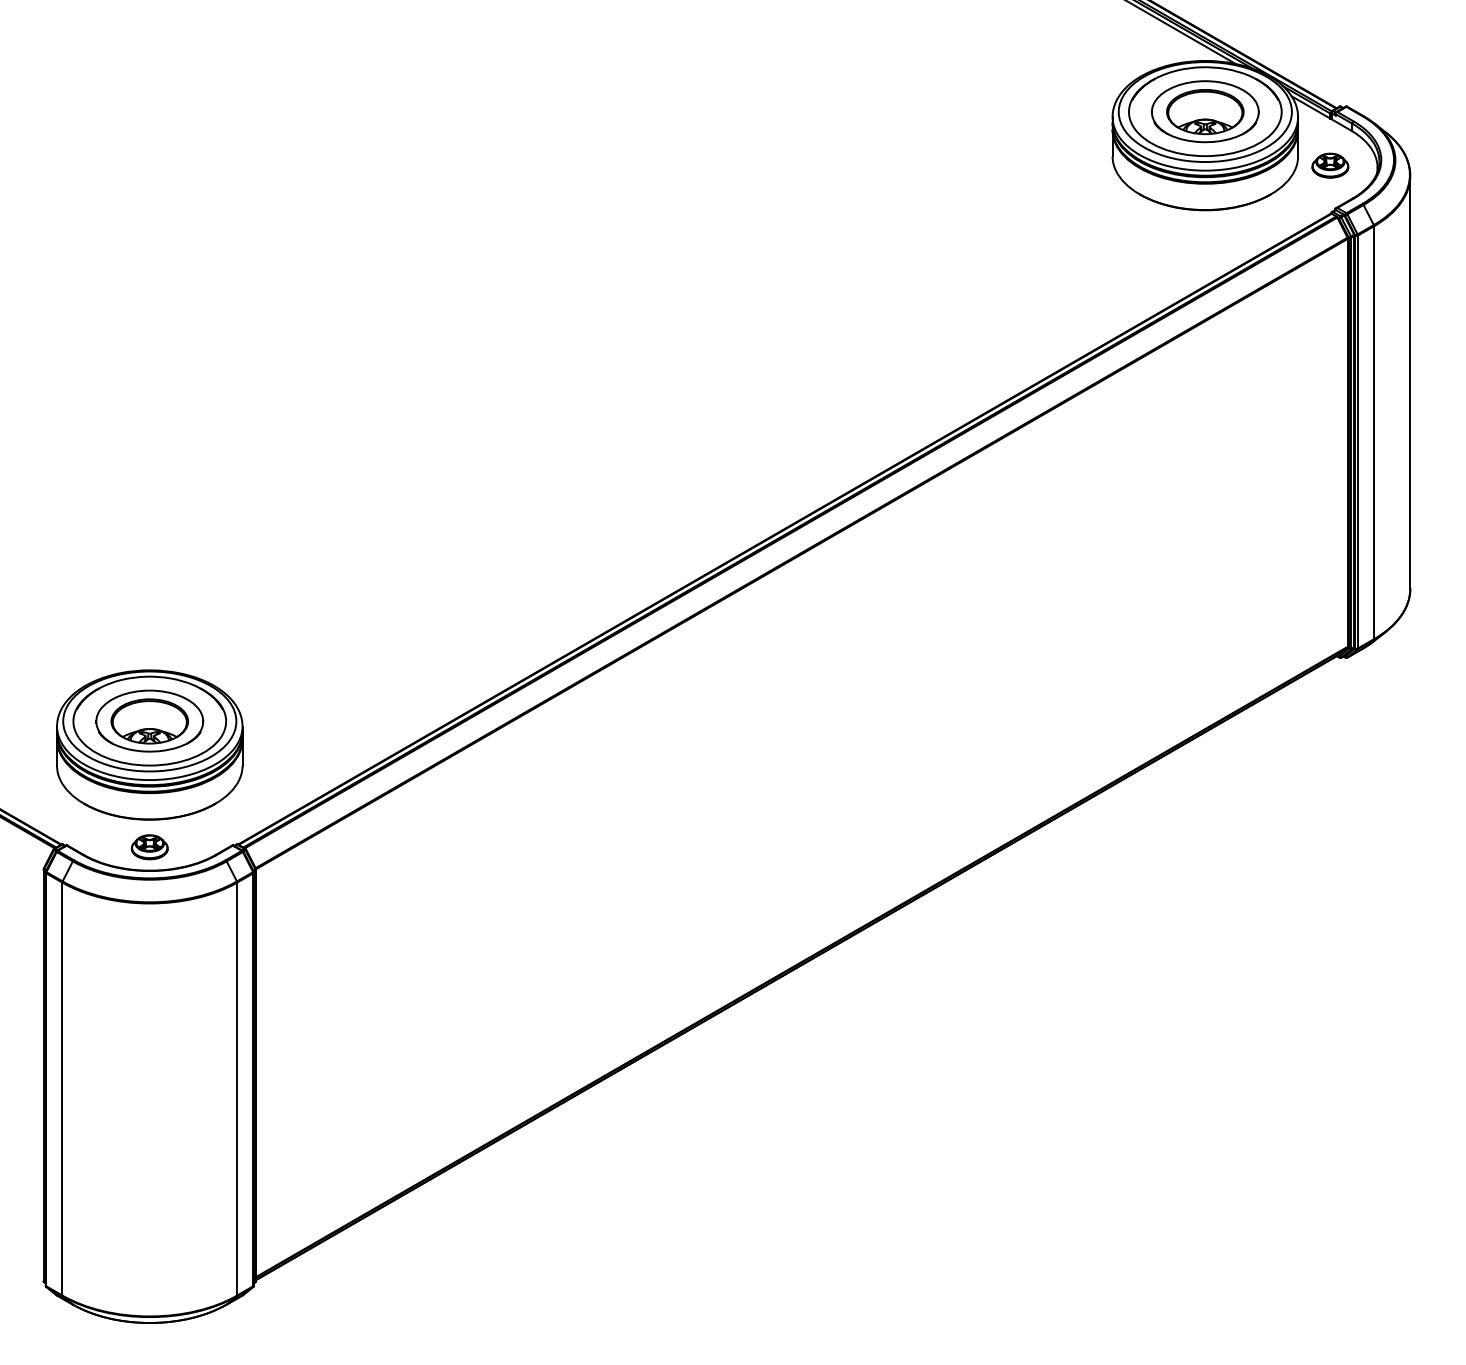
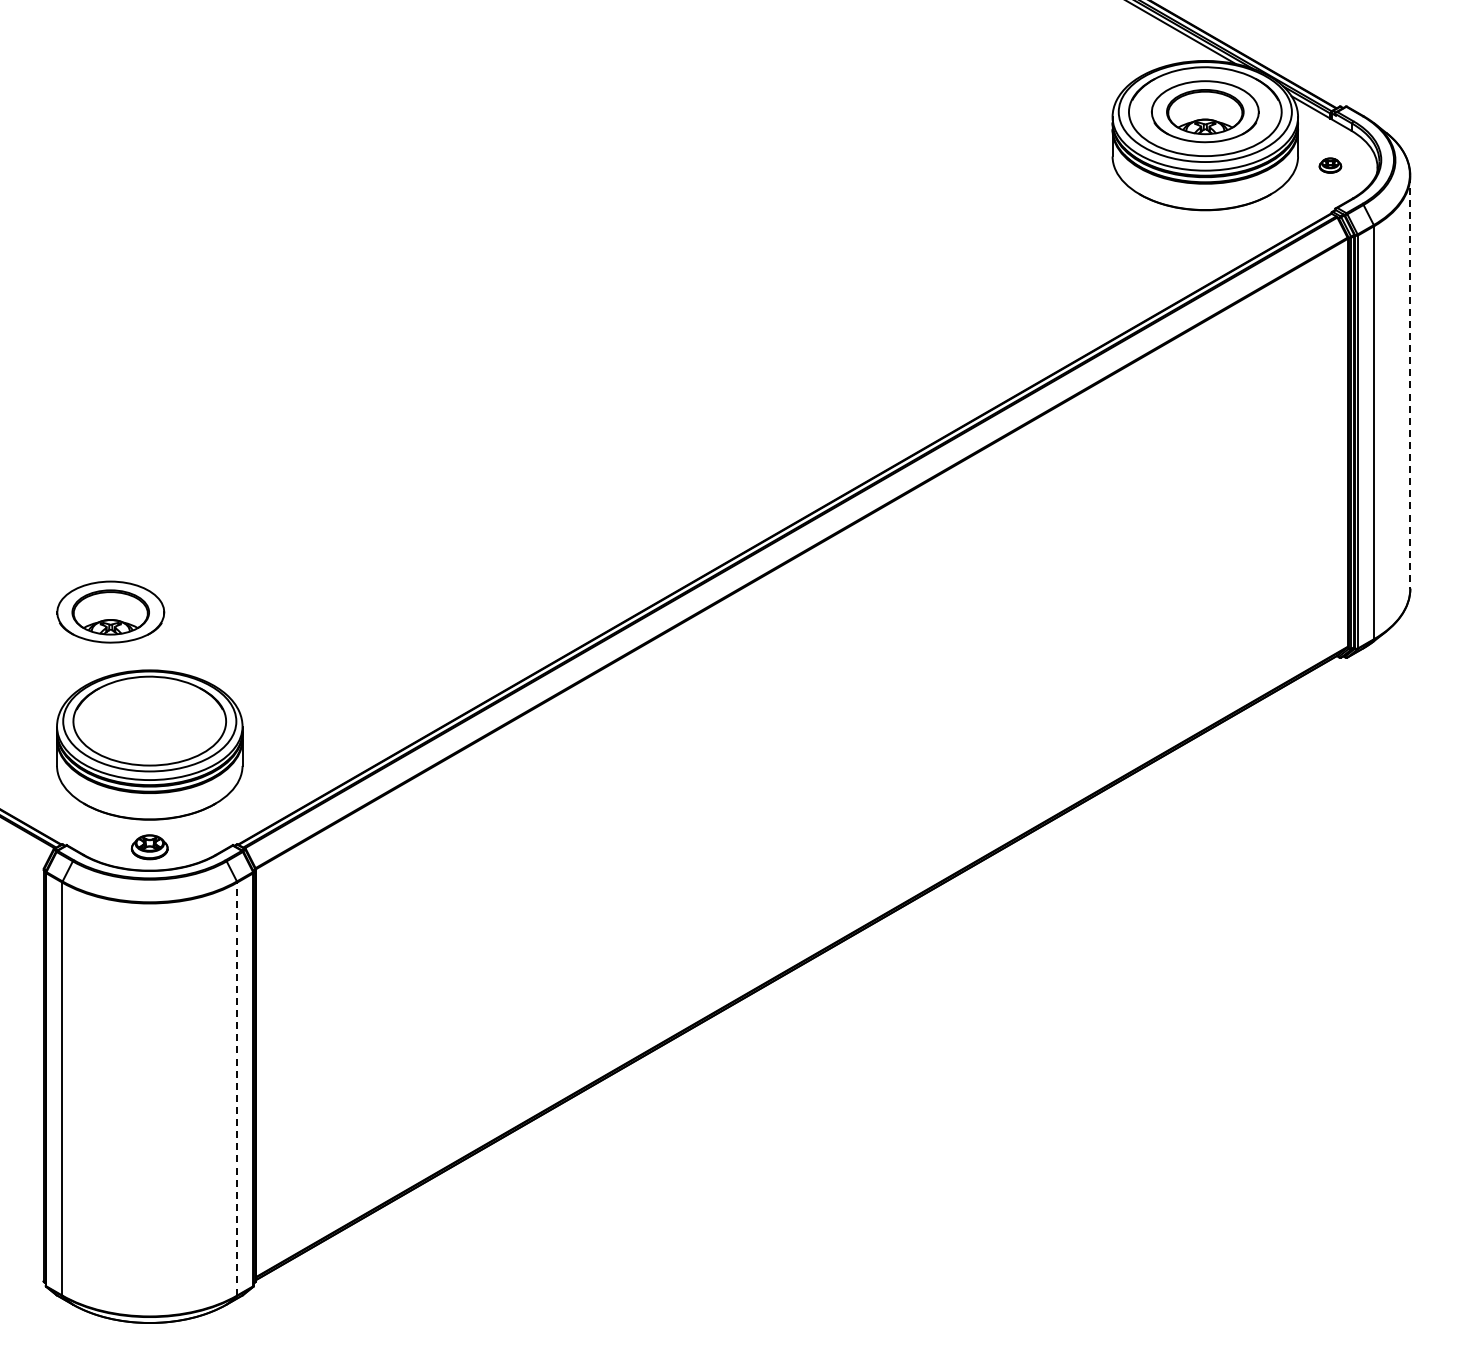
part at (1330, 165) size: 39x27 px -> 25x17 px
line at (1410, 382): solid -> dashed
part at (149, 720) position: (149, 720) -> (110, 611)
line at (237, 1088): solid -> dashed
